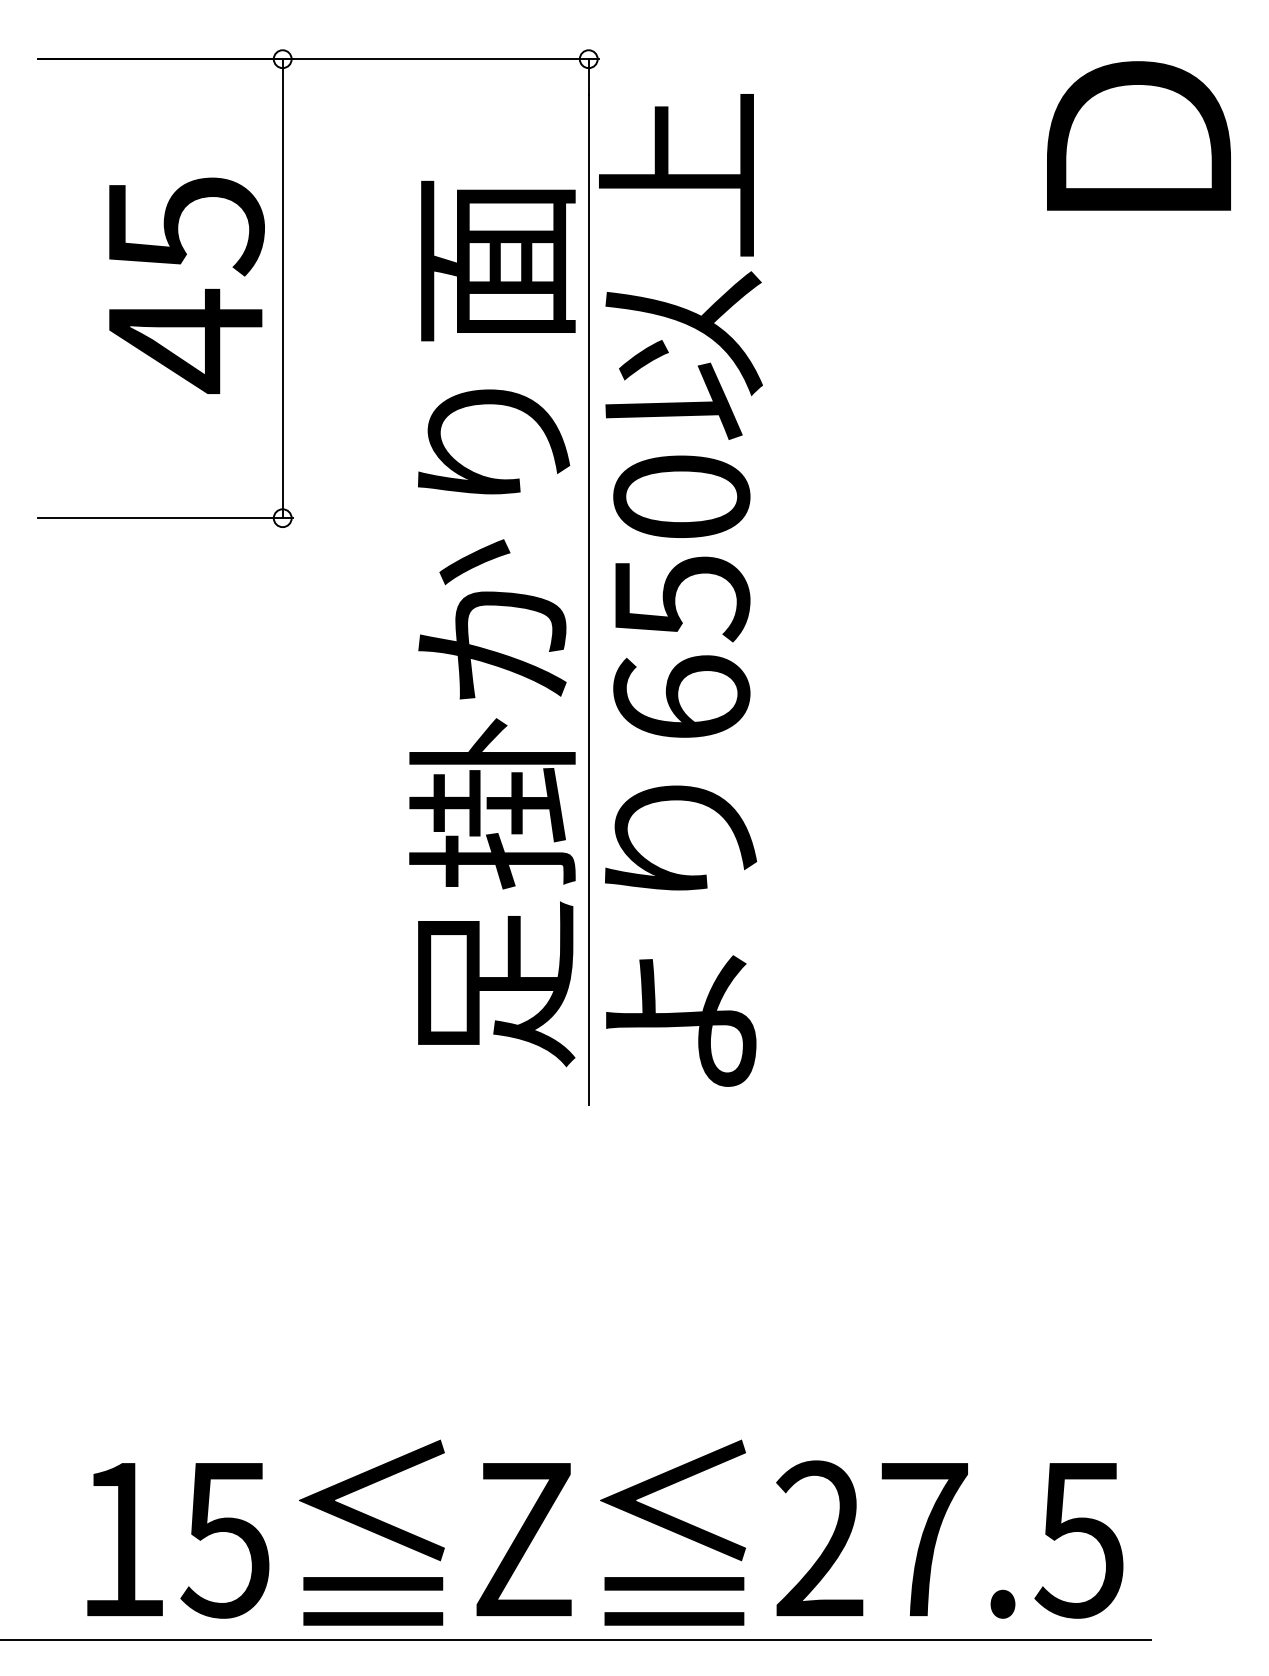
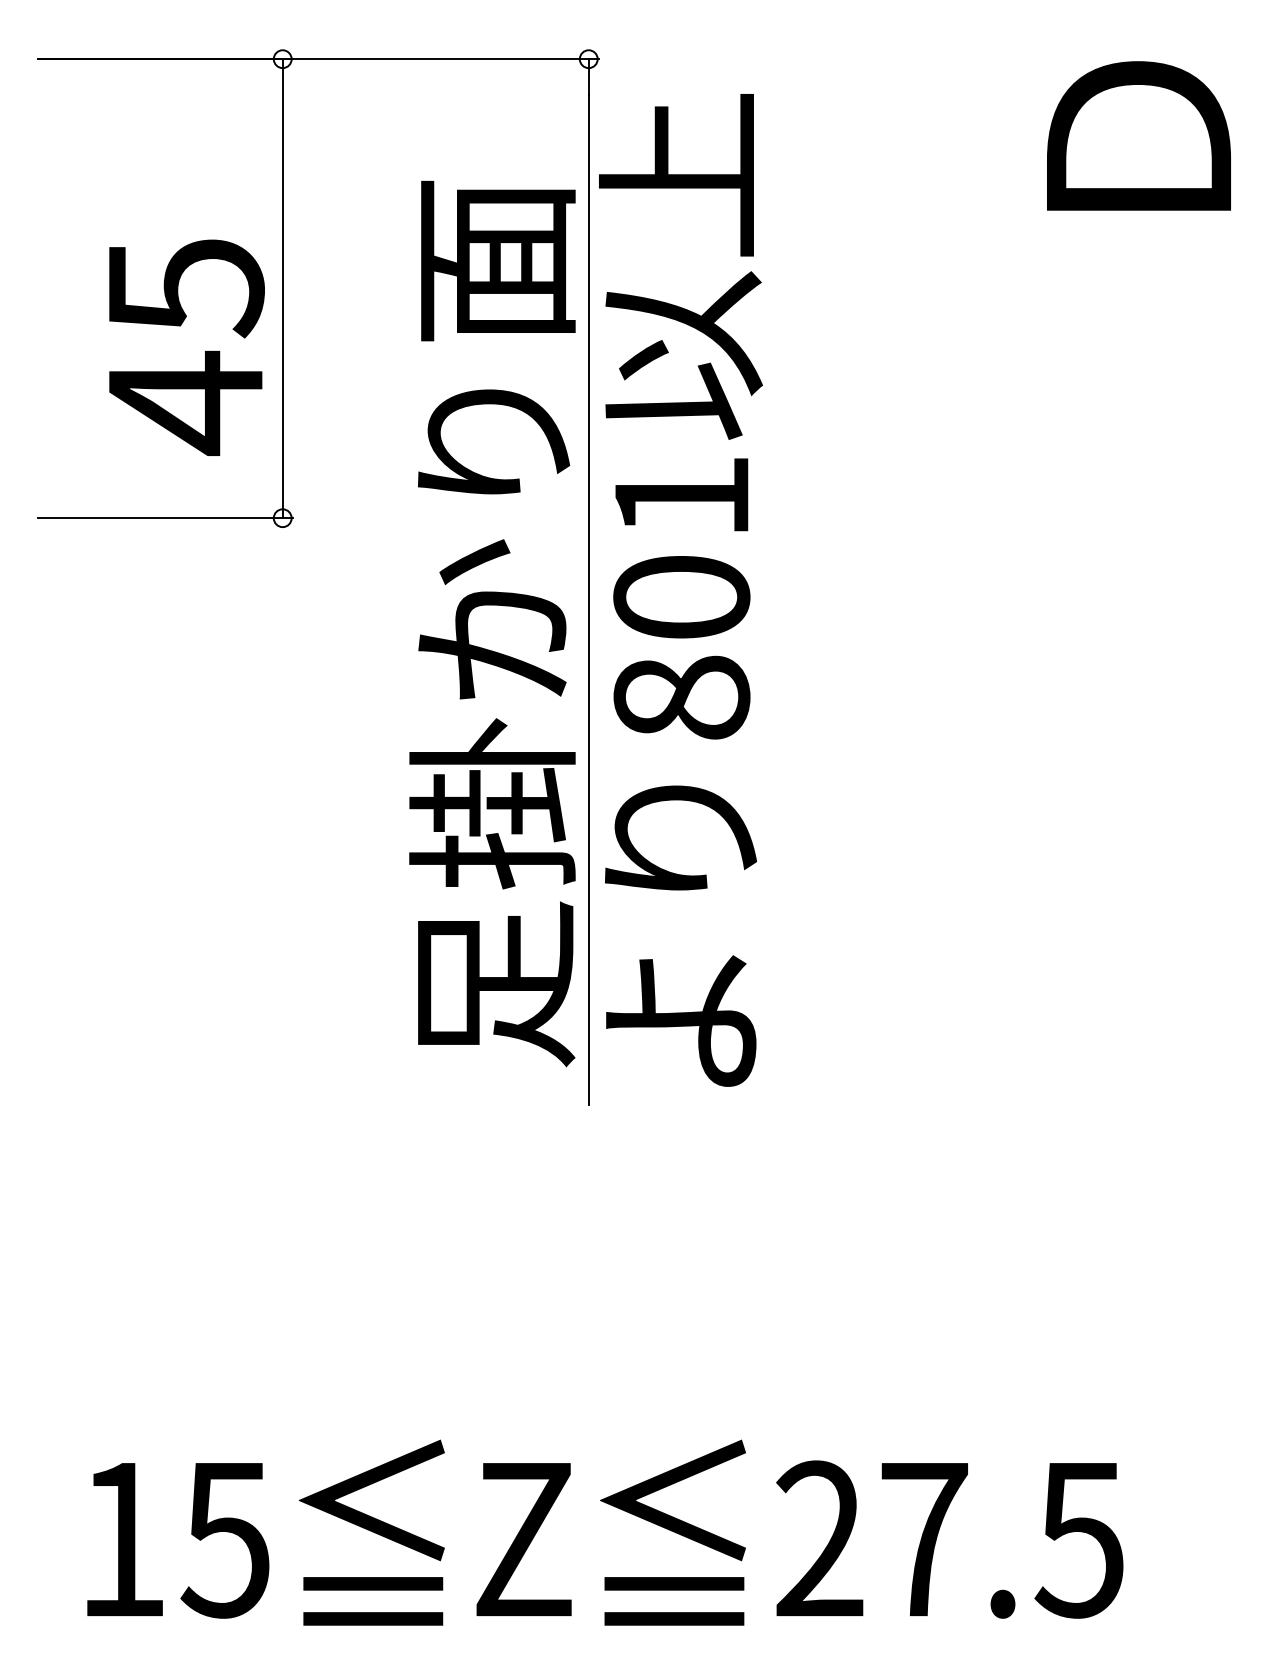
text at (186, 285) position: (186, 285) -> (186, 347)
text at (681, 597): 650 -> 801
line at (576, 1640): present -> none
